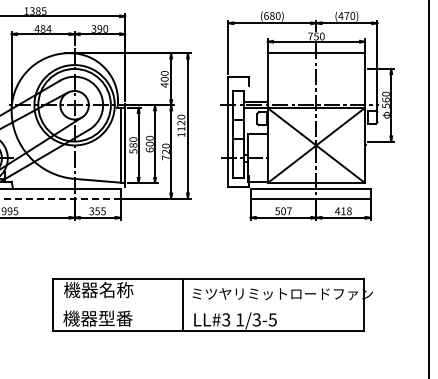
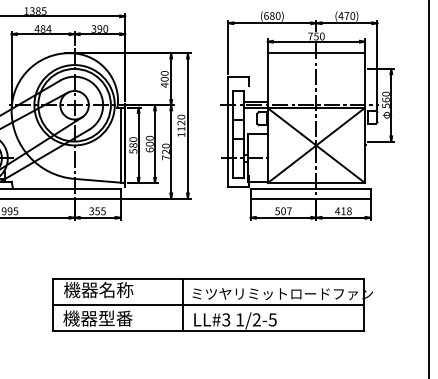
line at (59, 198): dashed -> solid
line at (208, 304): none -> present
text at (256, 319): 1/3-5 -> 1/2-5
